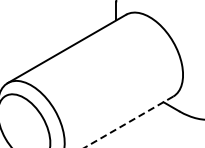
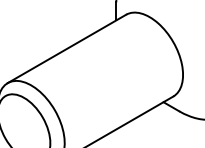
line at (128, 122): dashed -> solid
